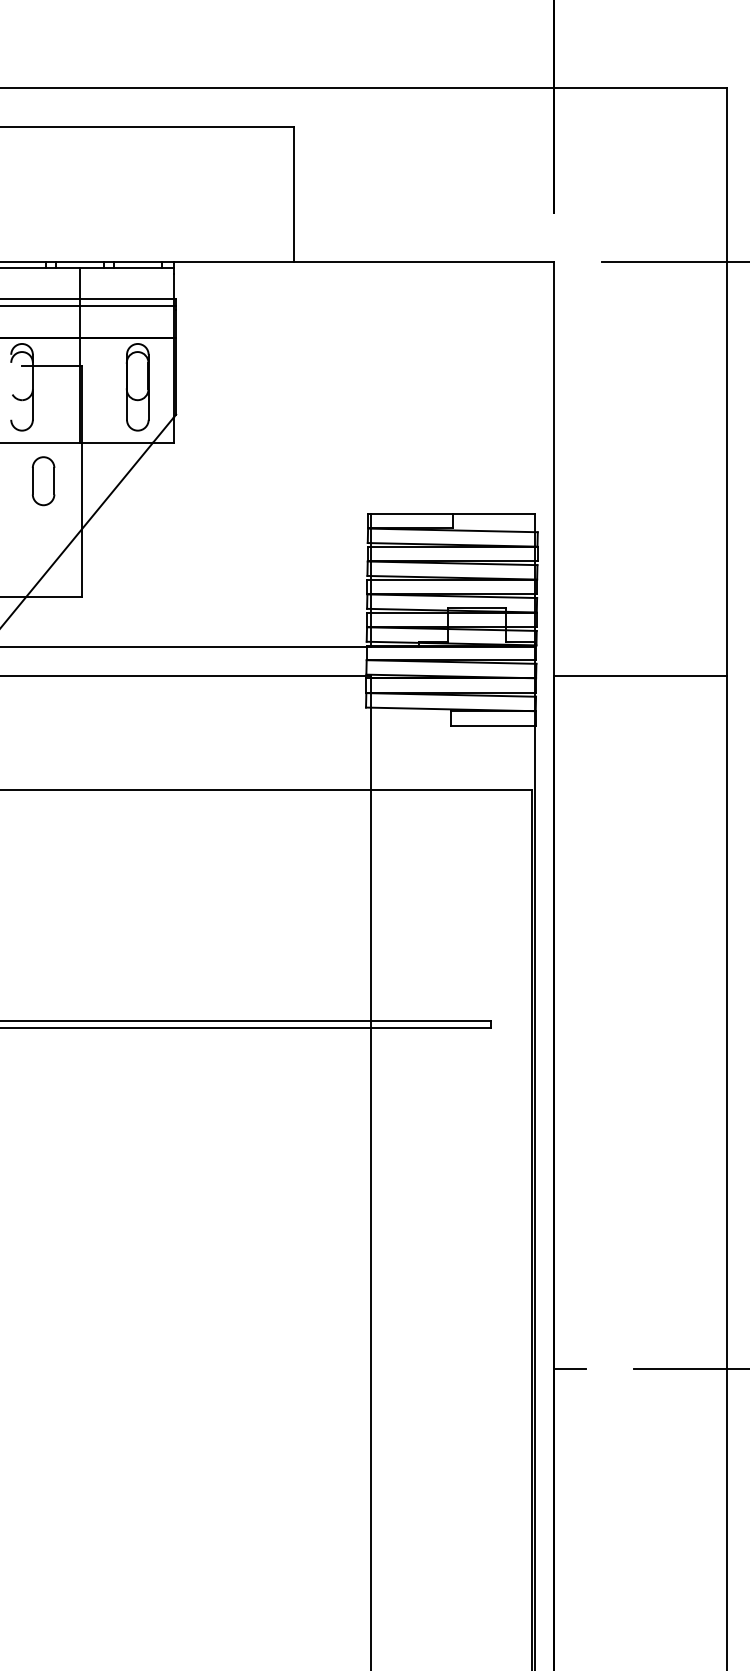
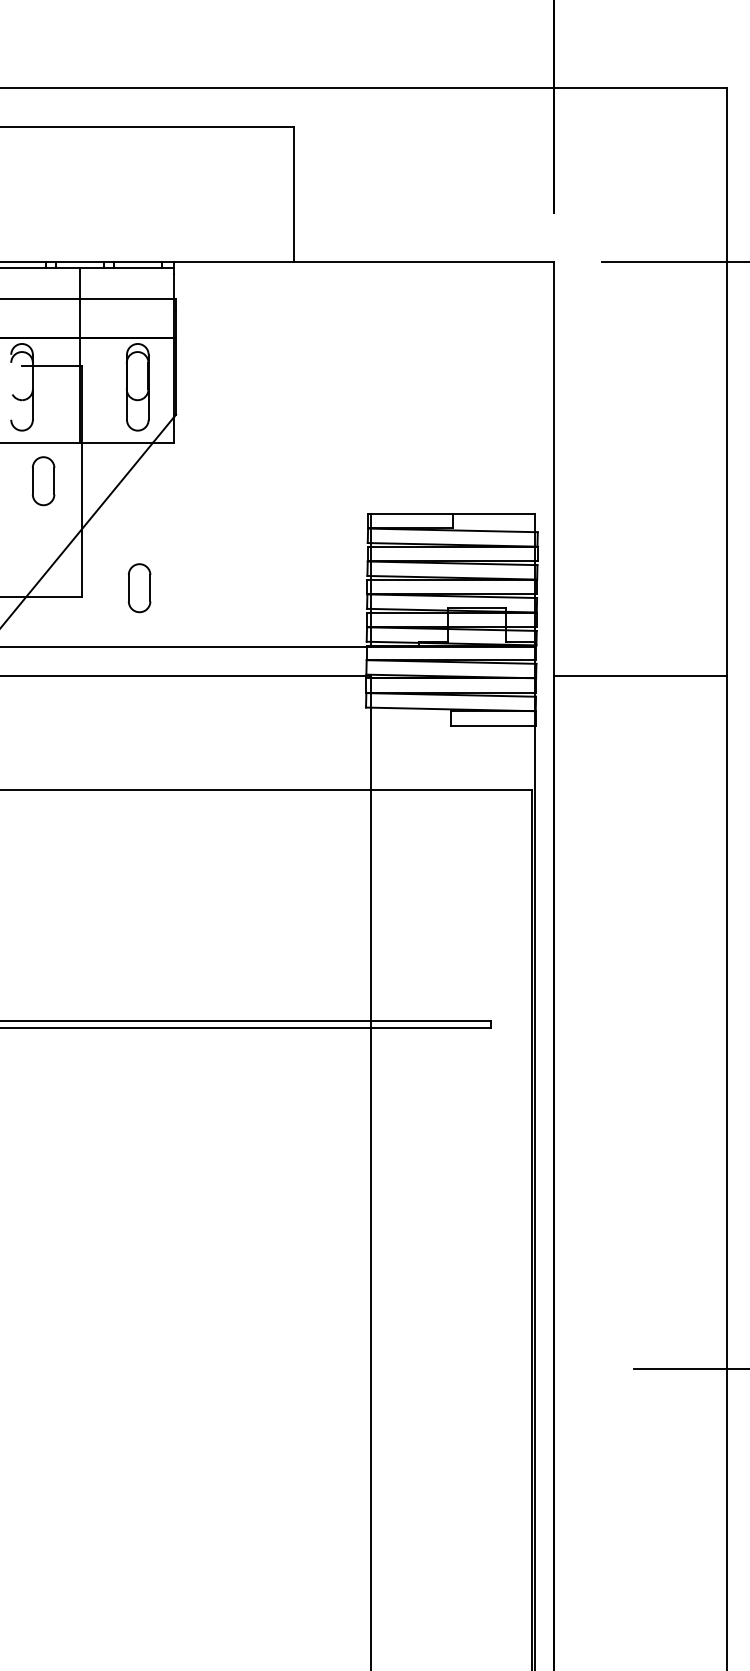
line at (89, 305): present -> none
part at (139, 588): none -> present
line at (569, 1369): present -> none
